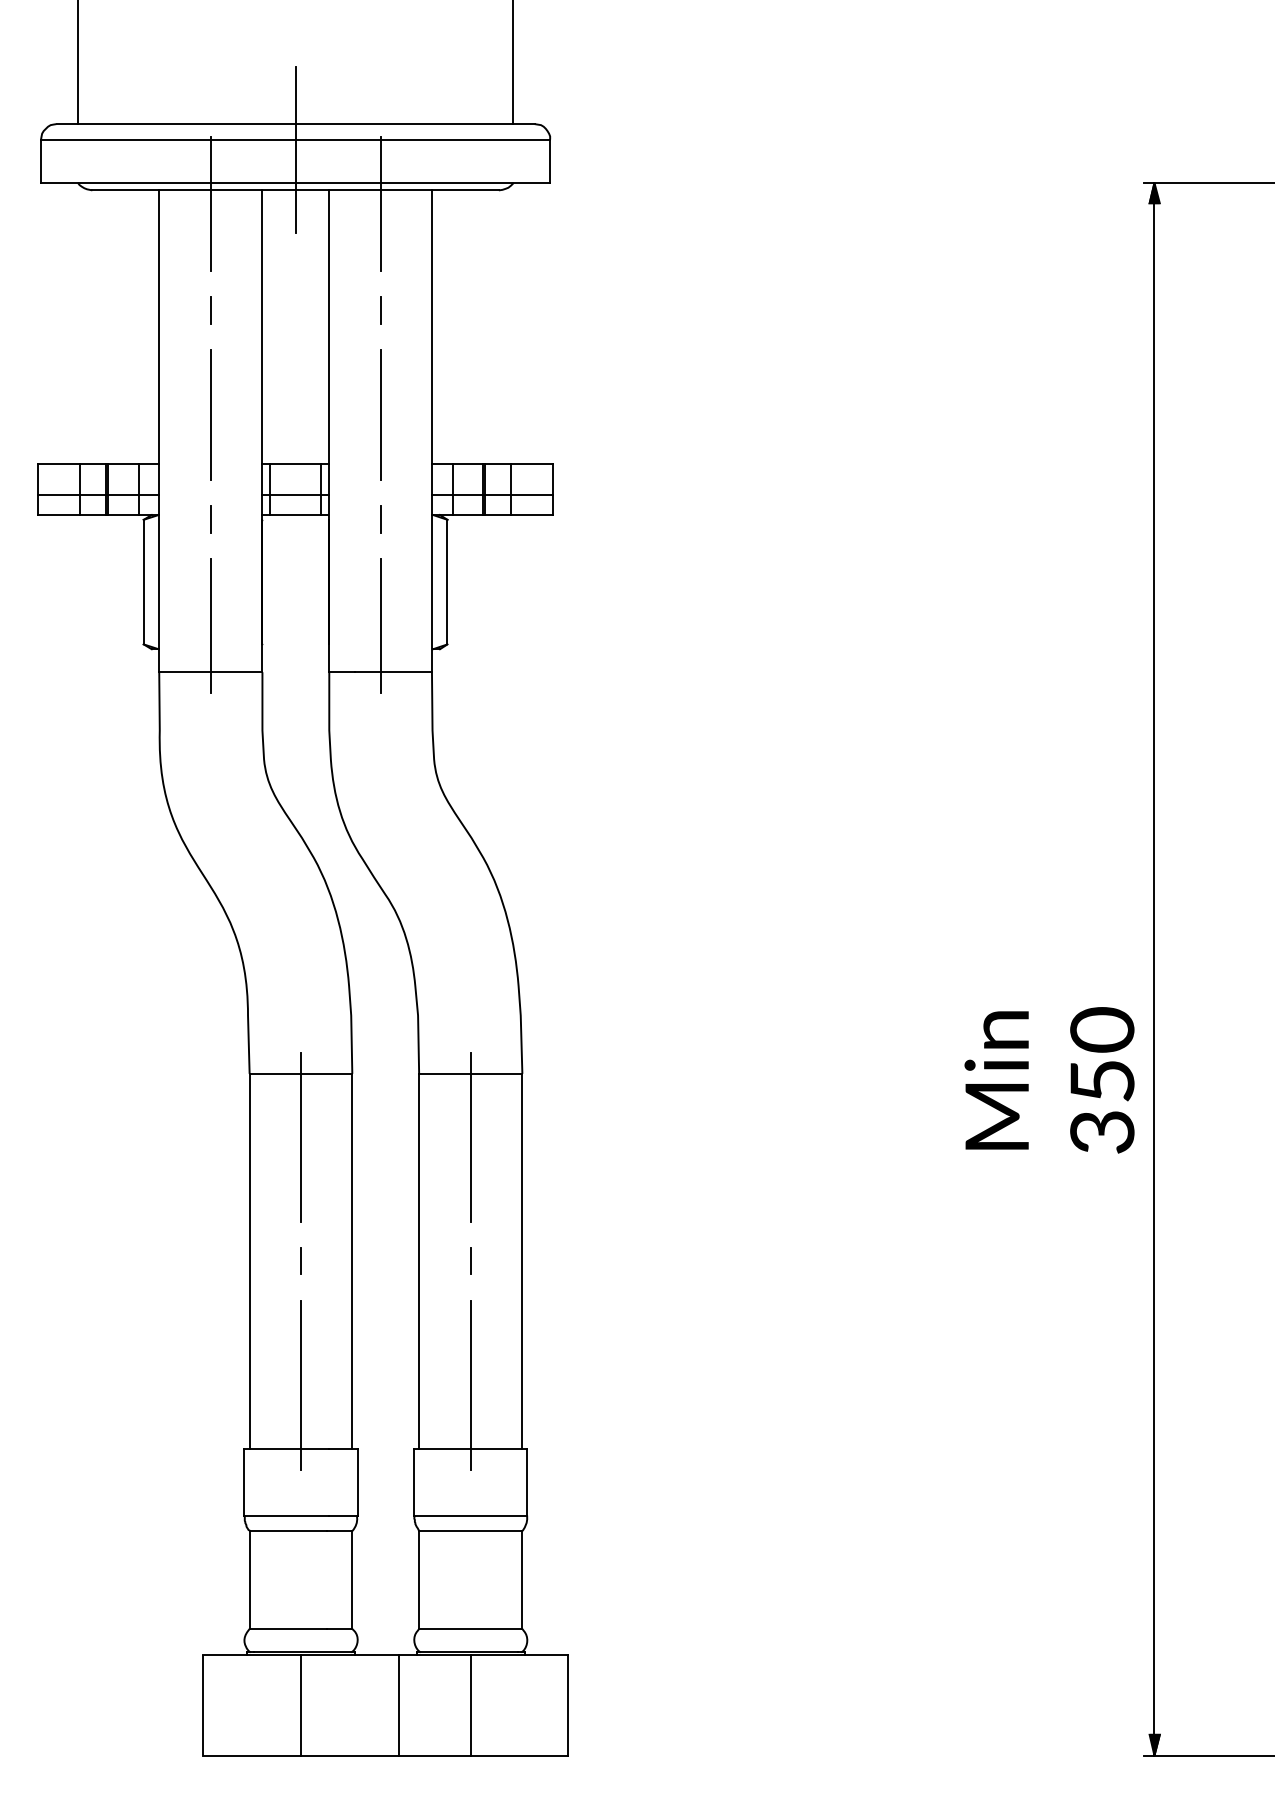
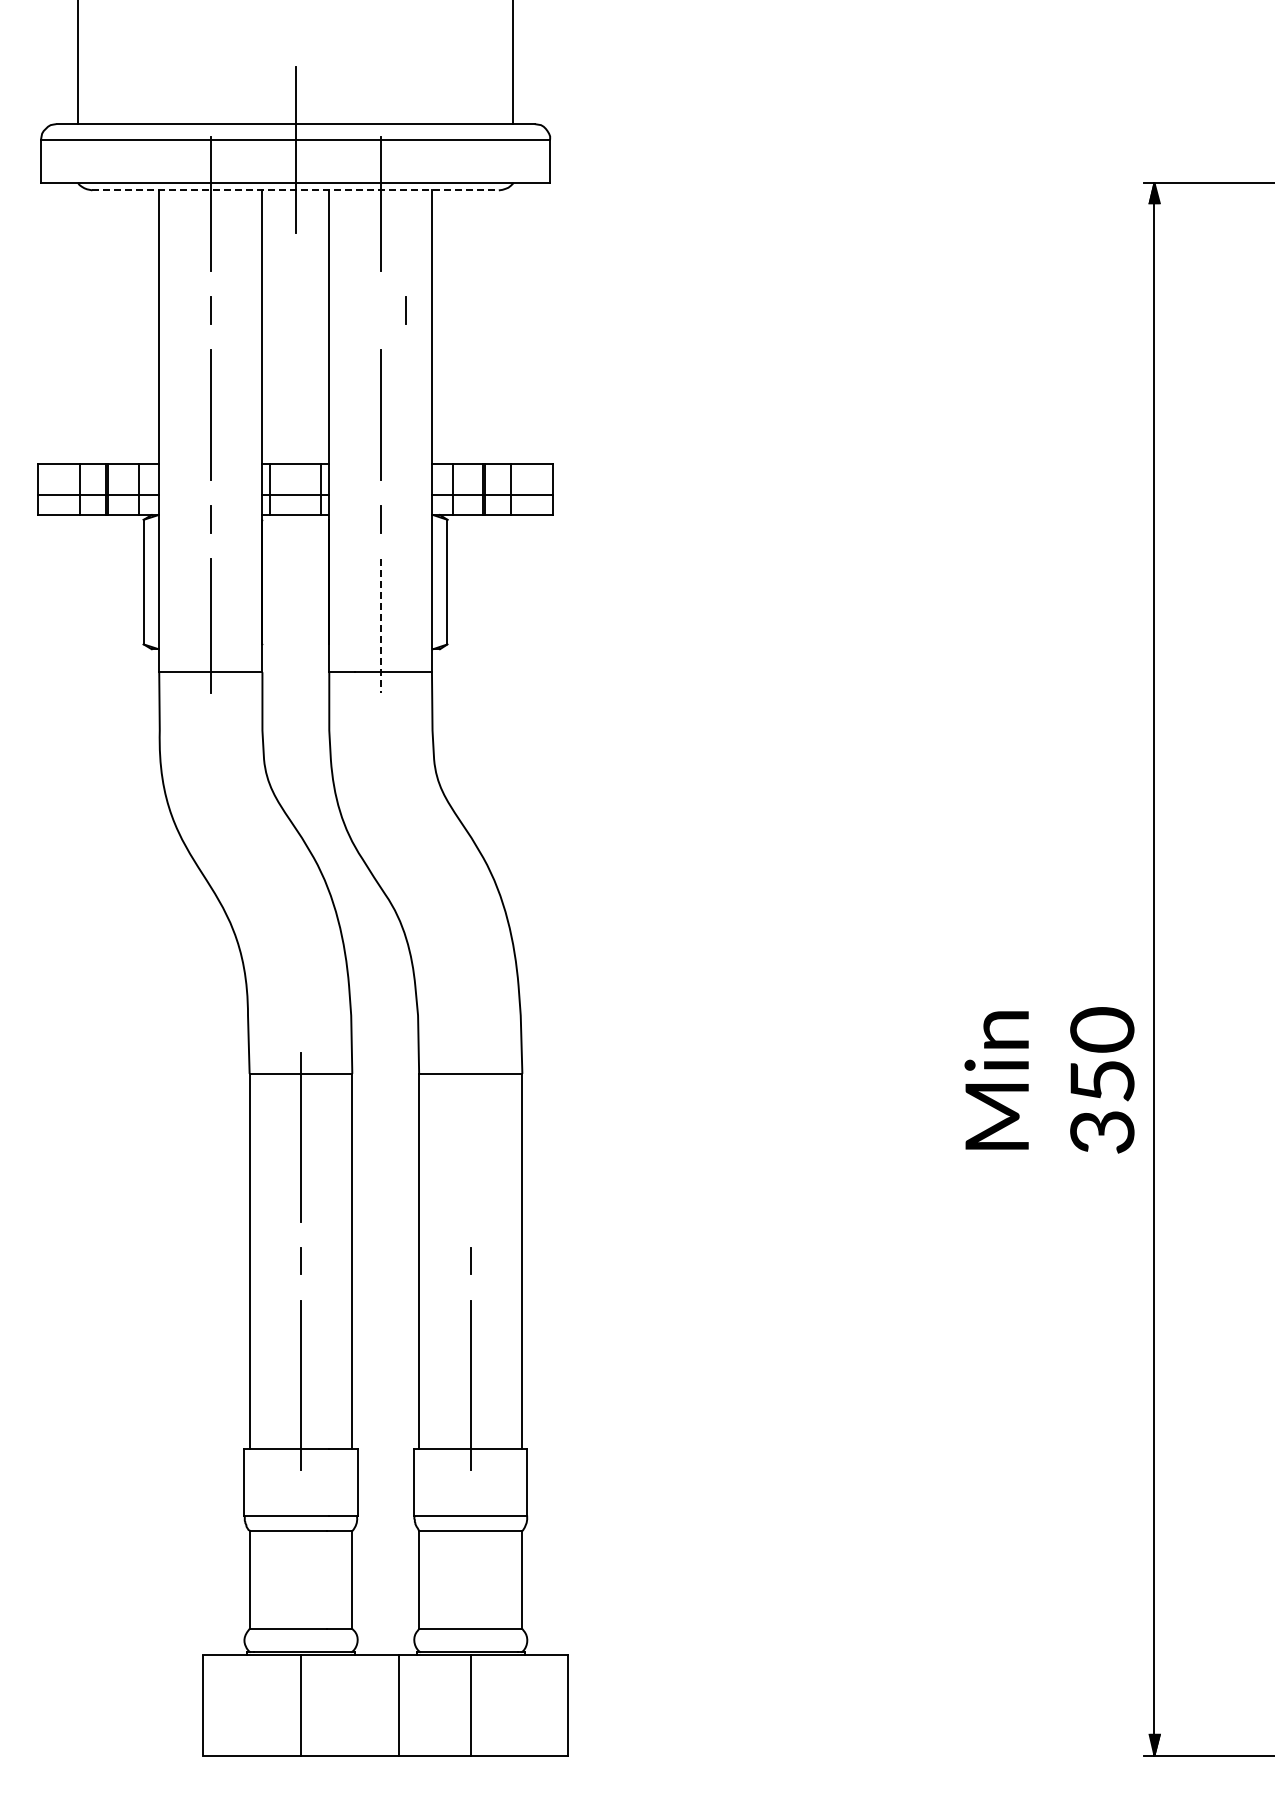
line at (296, 190): solid -> dashed
line at (380, 310) position: (380, 310) -> (405, 310)
line at (380, 625): solid -> dashed
line at (471, 1136): present -> none
